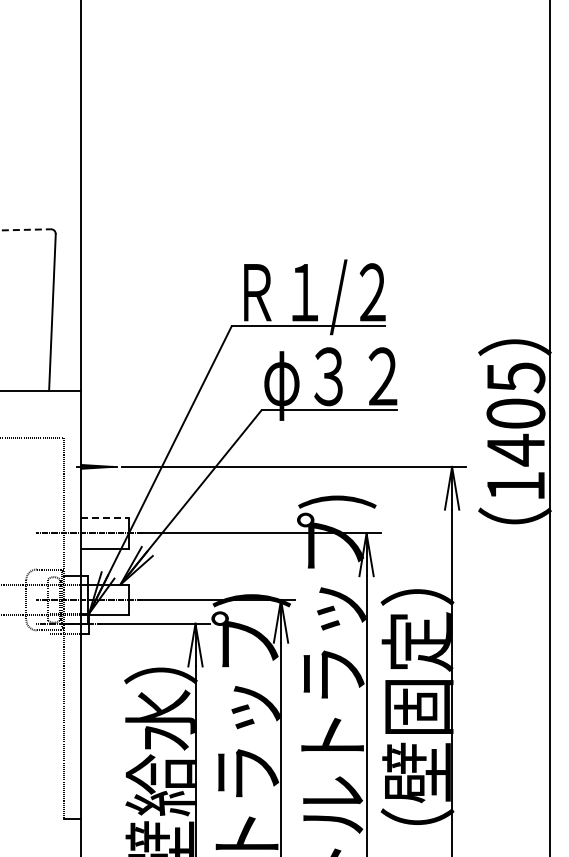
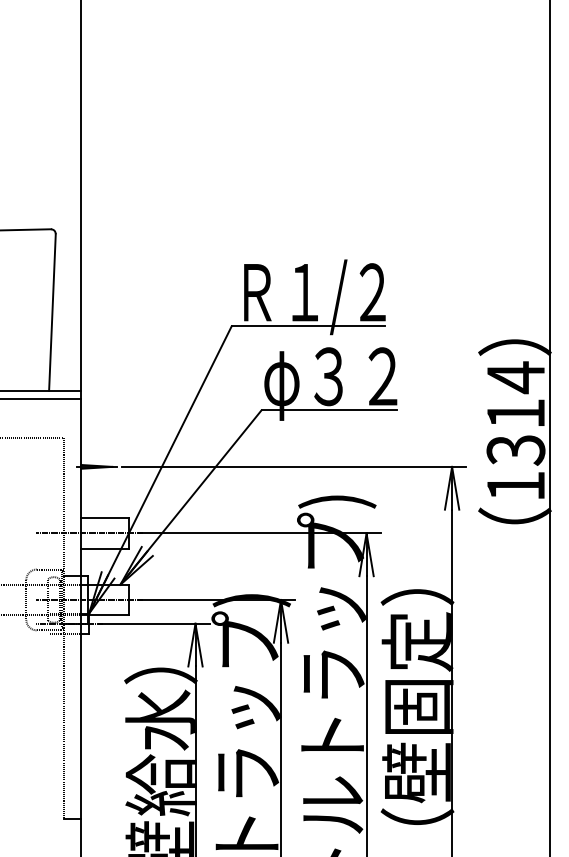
line at (25, 229): dashed -> solid
line at (41, 399): none -> present
text at (515, 413): 1405 -> 1314
line at (105, 518): dashed -> solid
